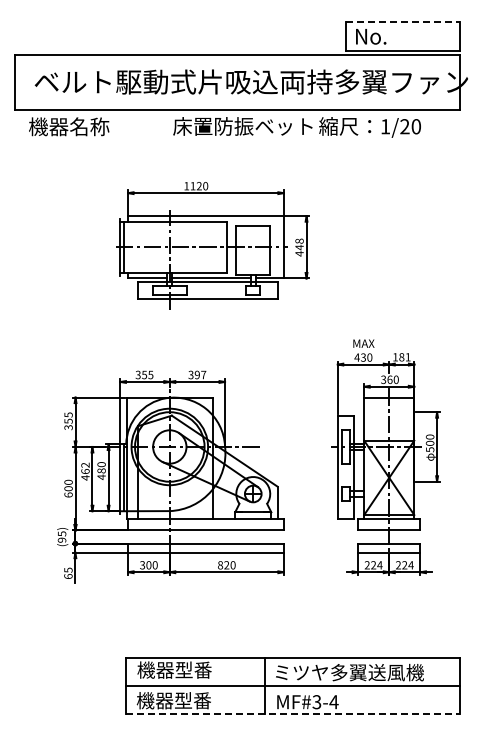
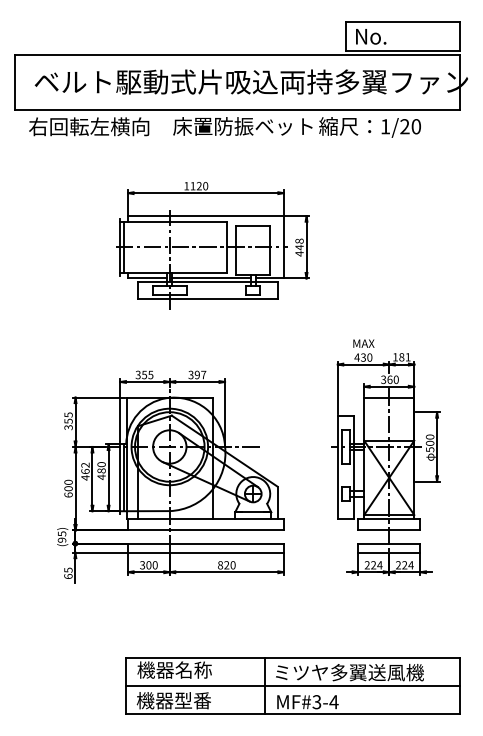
line at (402, 22): dashed -> solid
text at (89, 126): 機器名称 -> 右回転左横向
text at (193, 669): 機器型番 -> 機器名称
line at (292, 713): dashed -> solid
